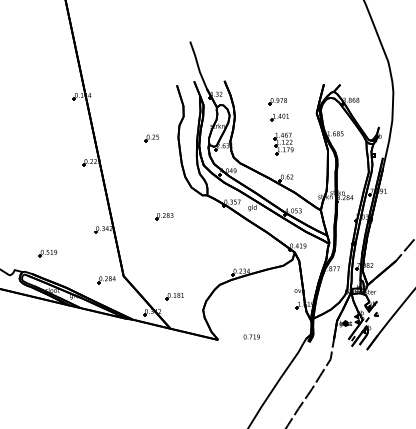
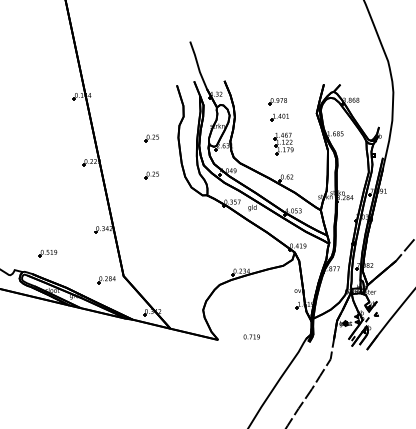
part at (151, 175): none -> present
part at (164, 216): present -> none
part at (174, 296): present -> none
